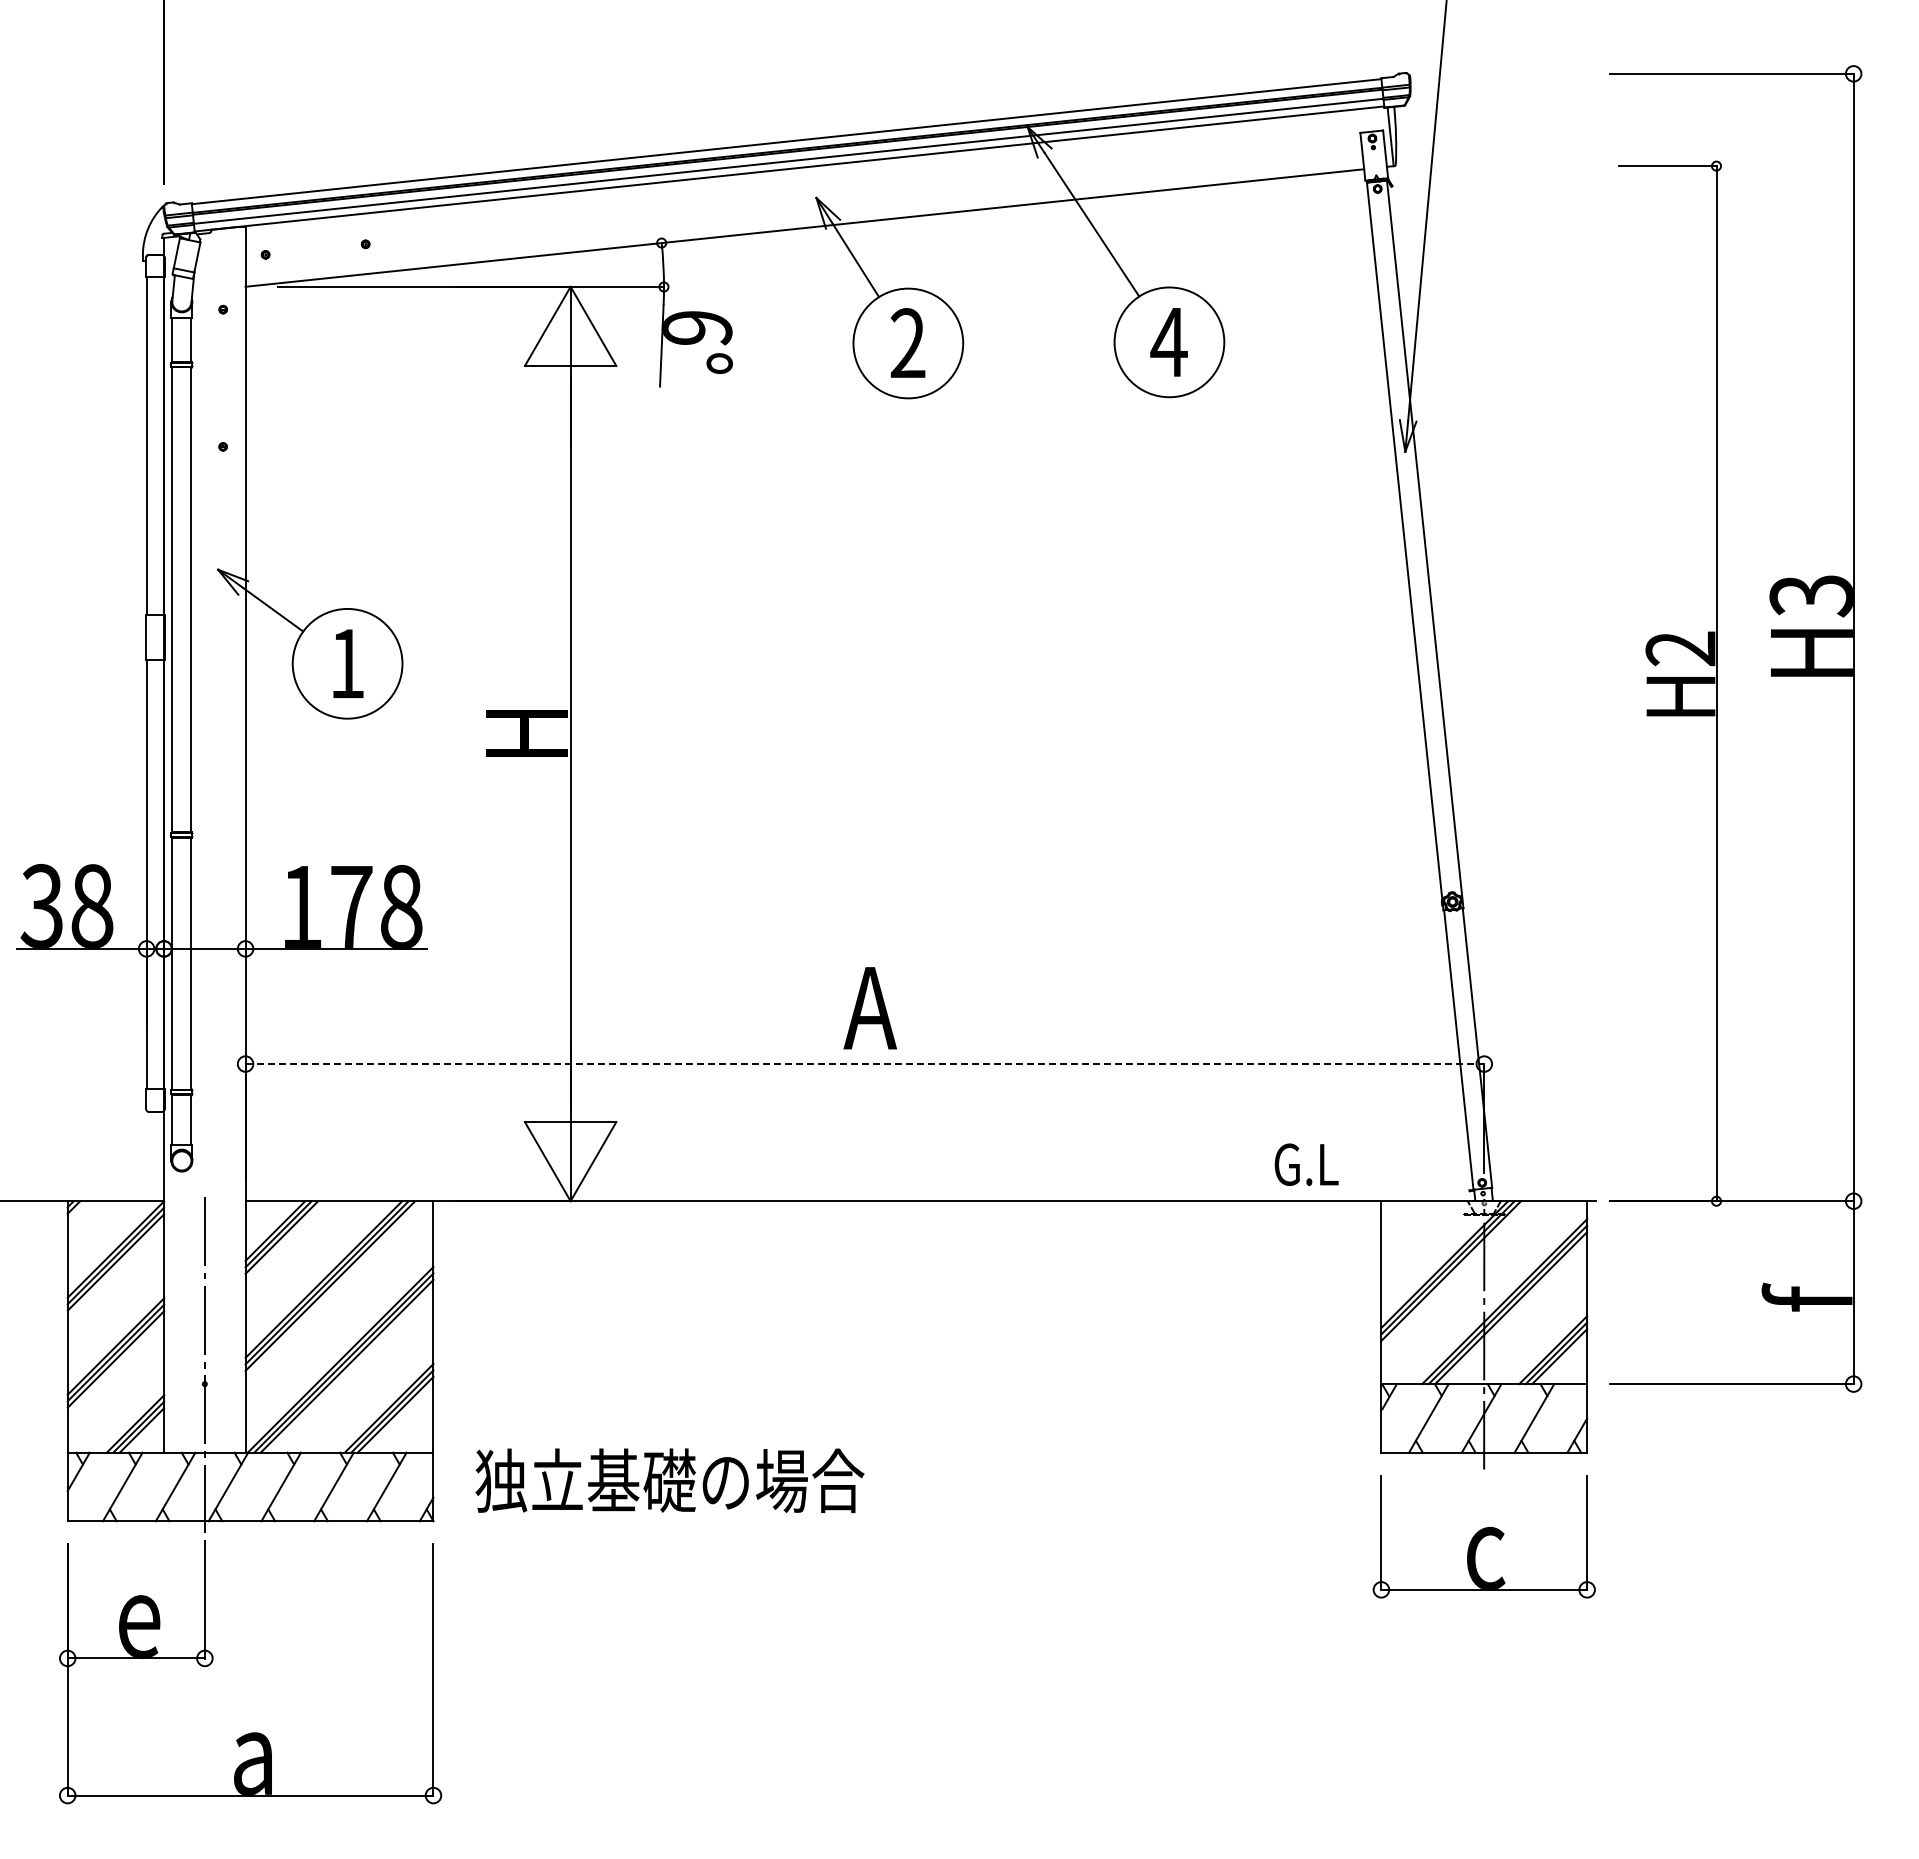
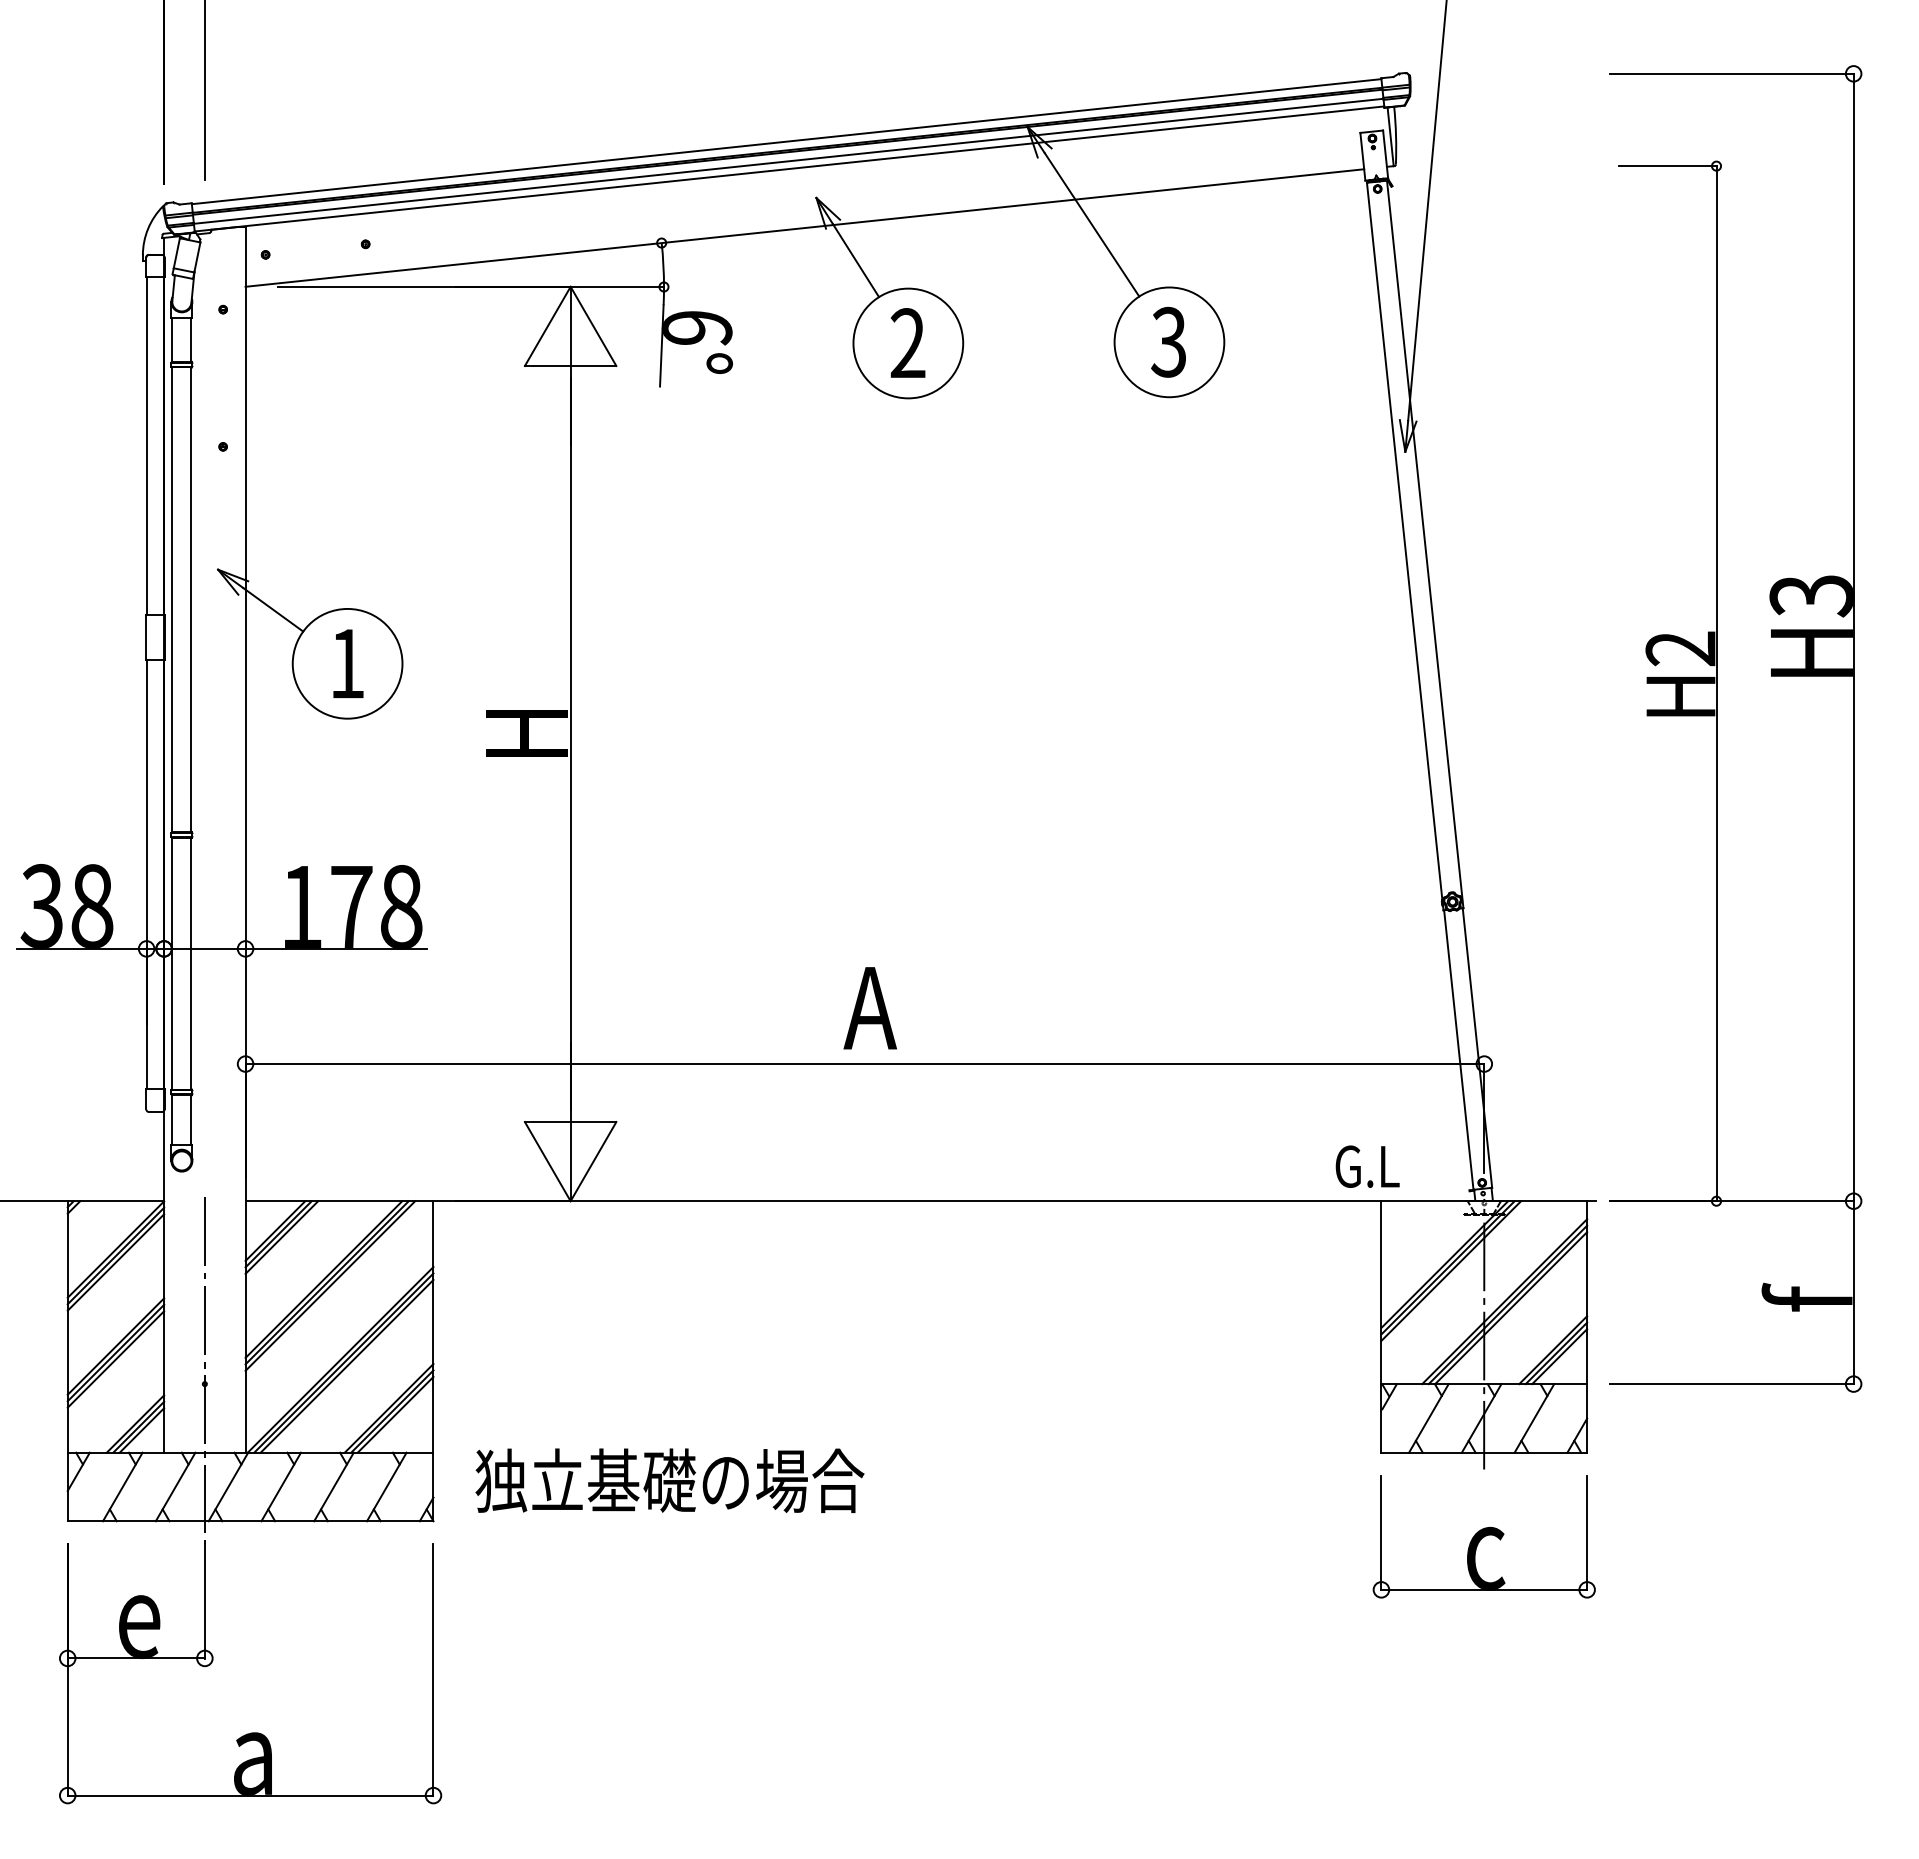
line at (204, 91): none -> present
text at (1168, 341): 4 -> 3
line at (865, 1064): dashed -> solid
text at (1306, 1164) position: (1306, 1164) -> (1367, 1166)
